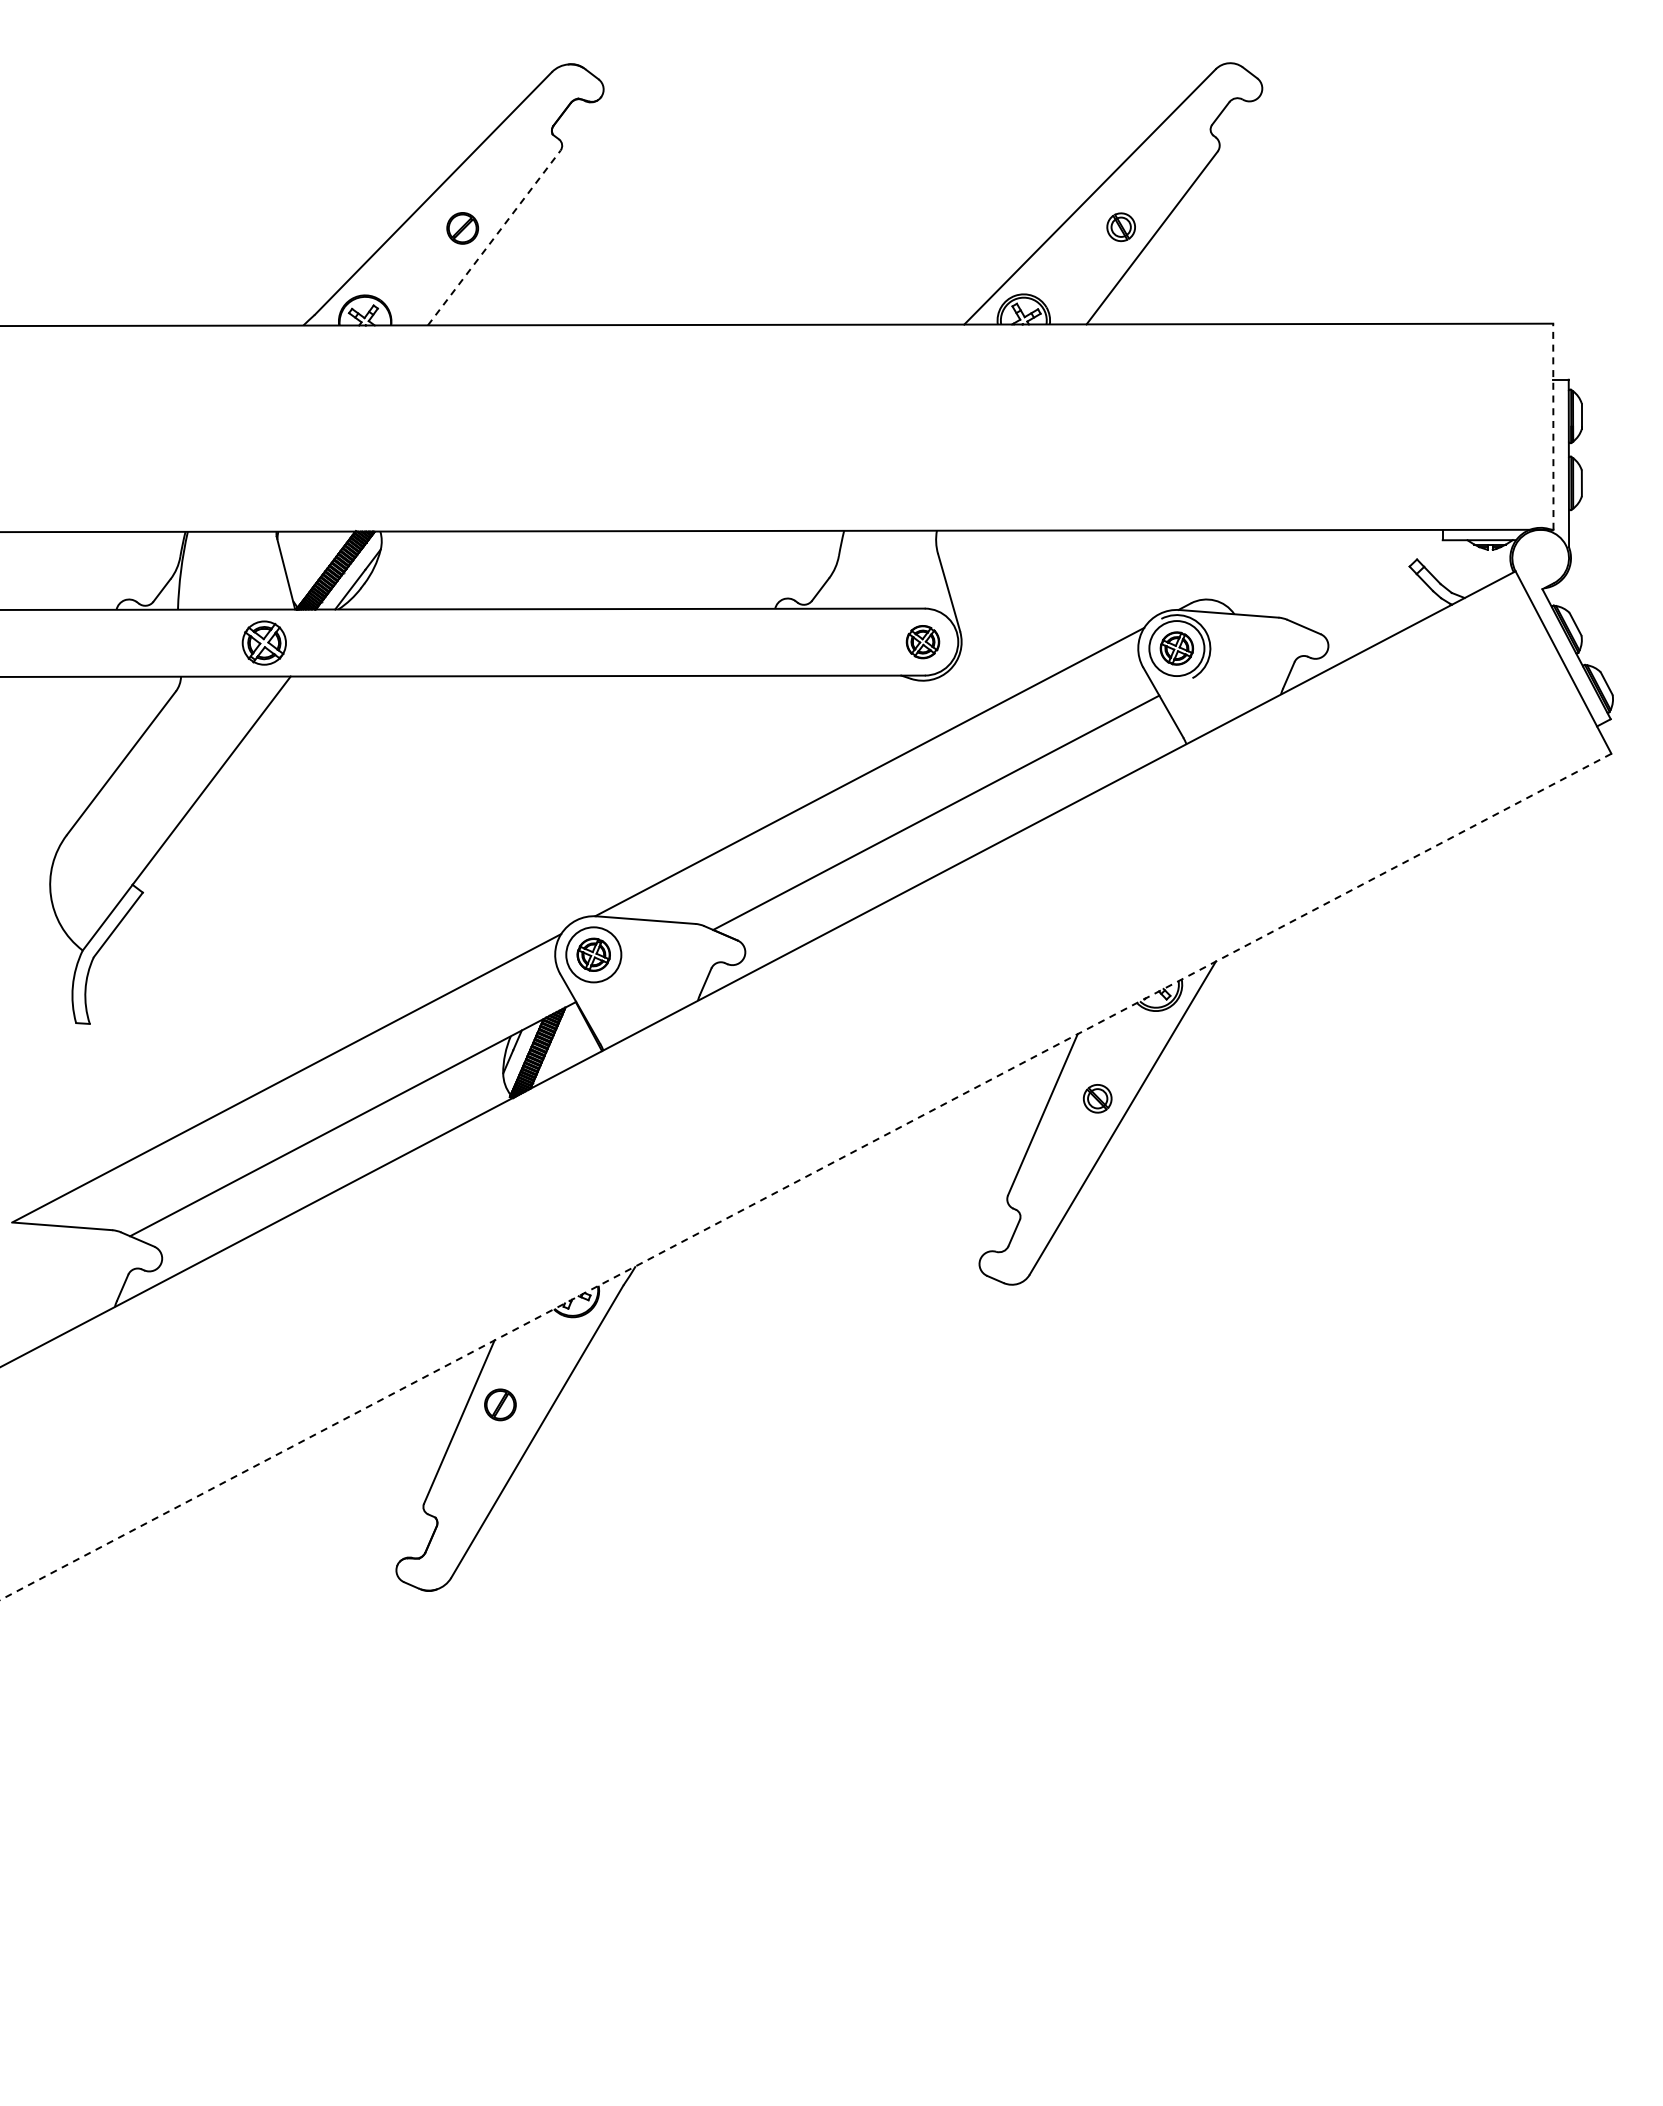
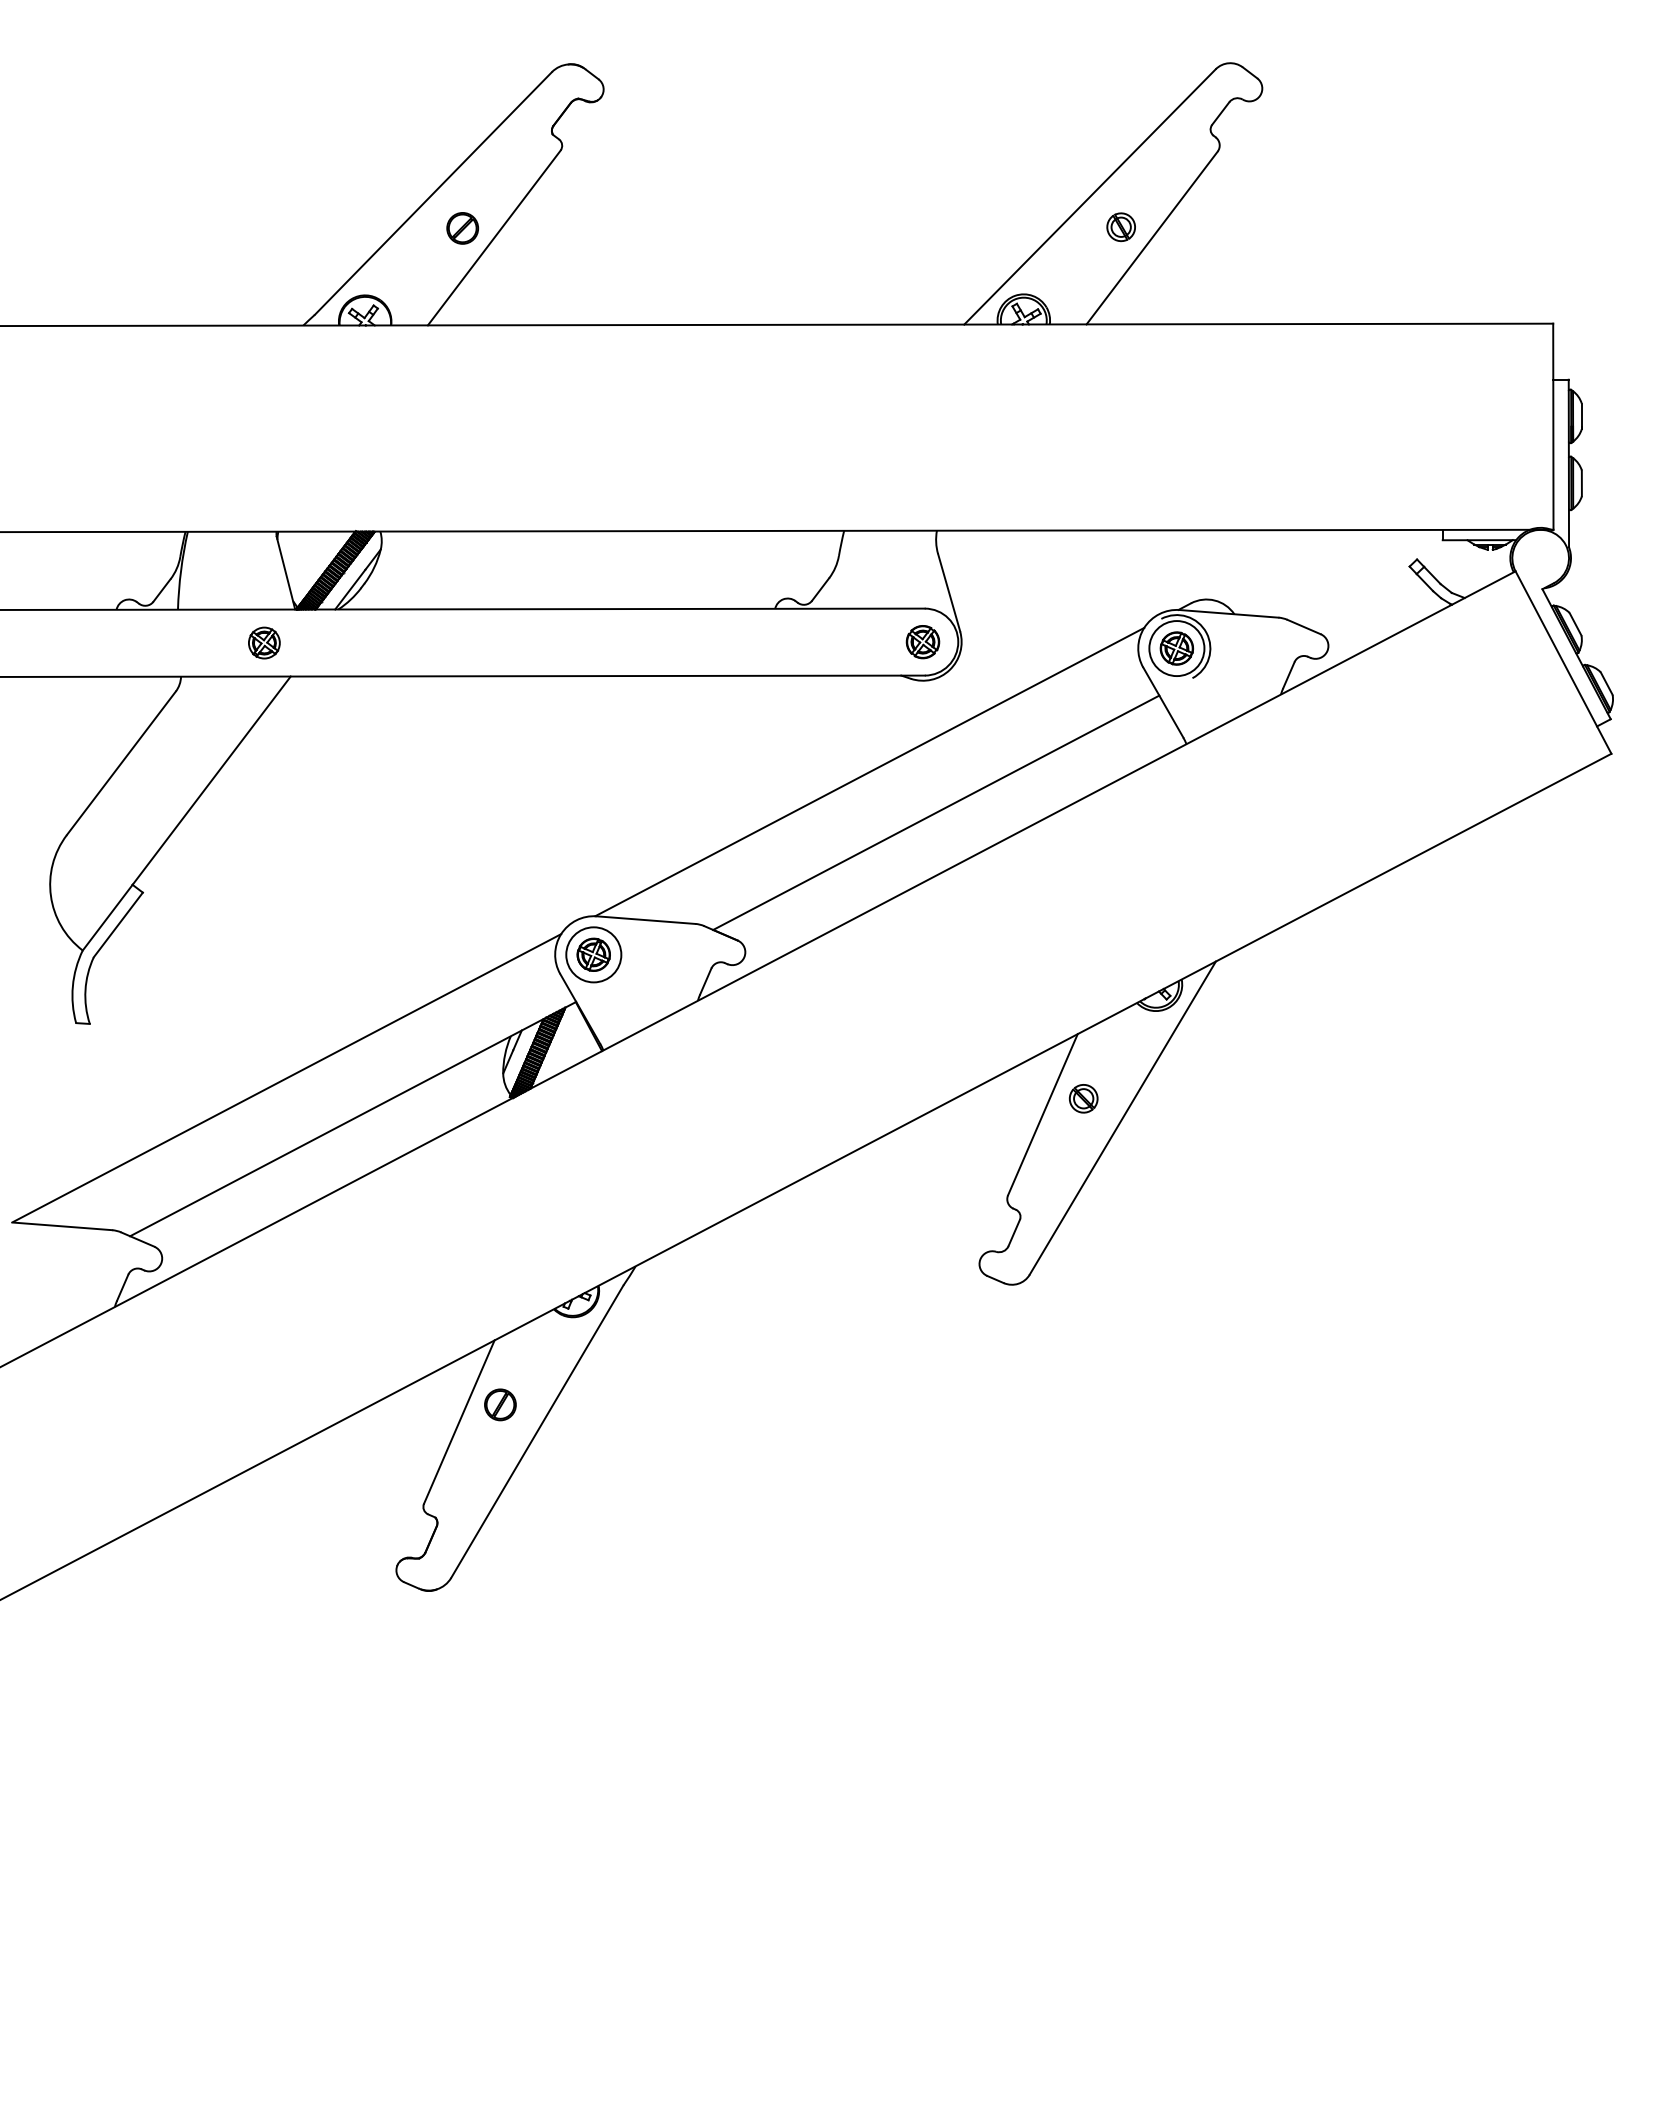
line at (494, 238): dashed -> solid
line at (1553, 426): dashed -> solid
part at (263, 642) size: 46x46 px -> 33x34 px
part at (1097, 1098) position: (1097, 1098) -> (1083, 1098)
line at (806, 1176): dashed -> solid
